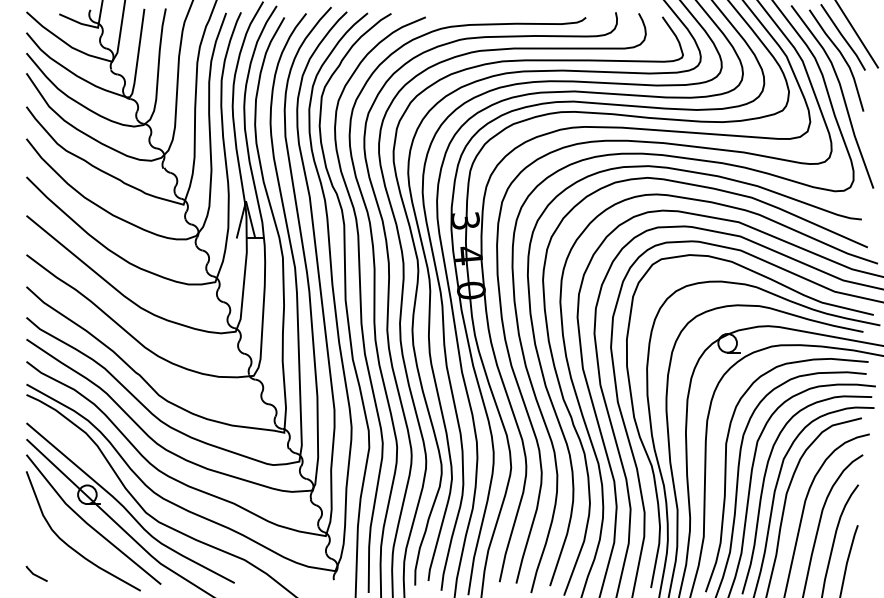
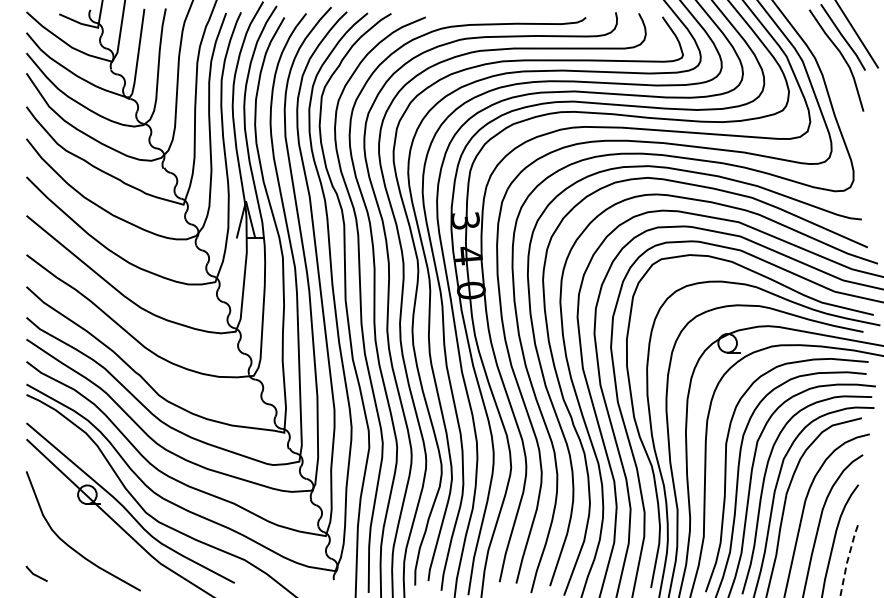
curve at (841, 94): present -> none
line at (91, 525): present -> none
line at (847, 561): solid -> dashed
